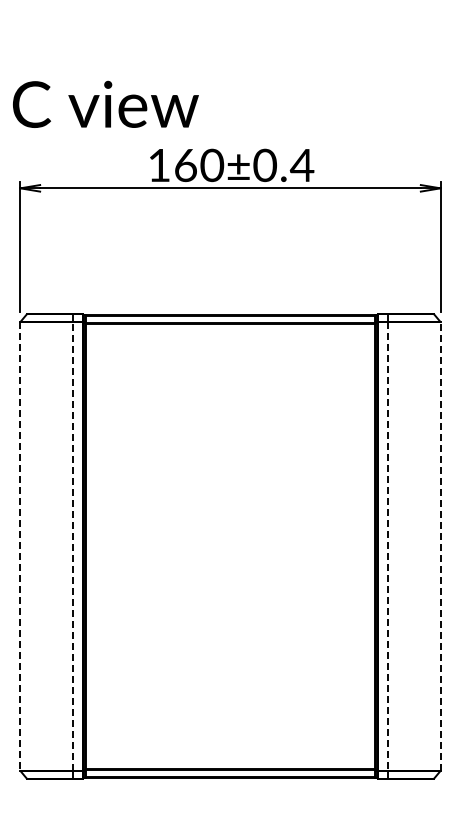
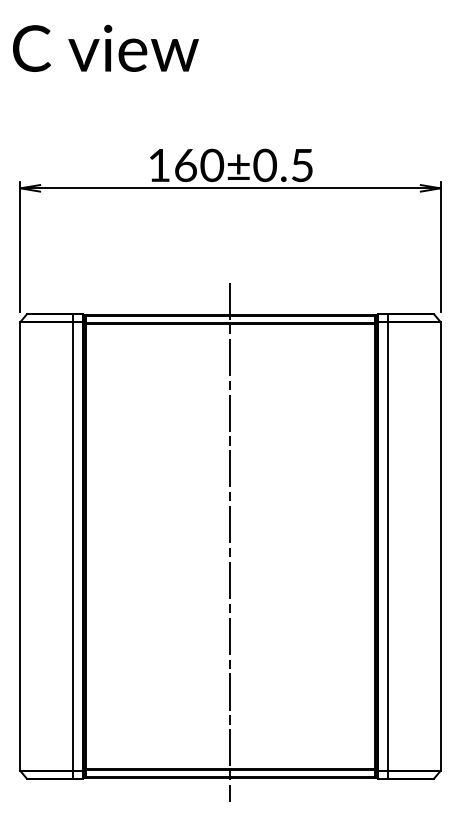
text at (105, 103) position: (105, 103) -> (105, 47)
text at (301, 165): 160±0.4 -> 160±0.5
line at (230, 542): none -> present
line at (72, 545): dashed -> solid
line at (440, 545): dashed -> solid
line at (20, 546): dashed -> solid
line at (388, 546): dashed -> solid
